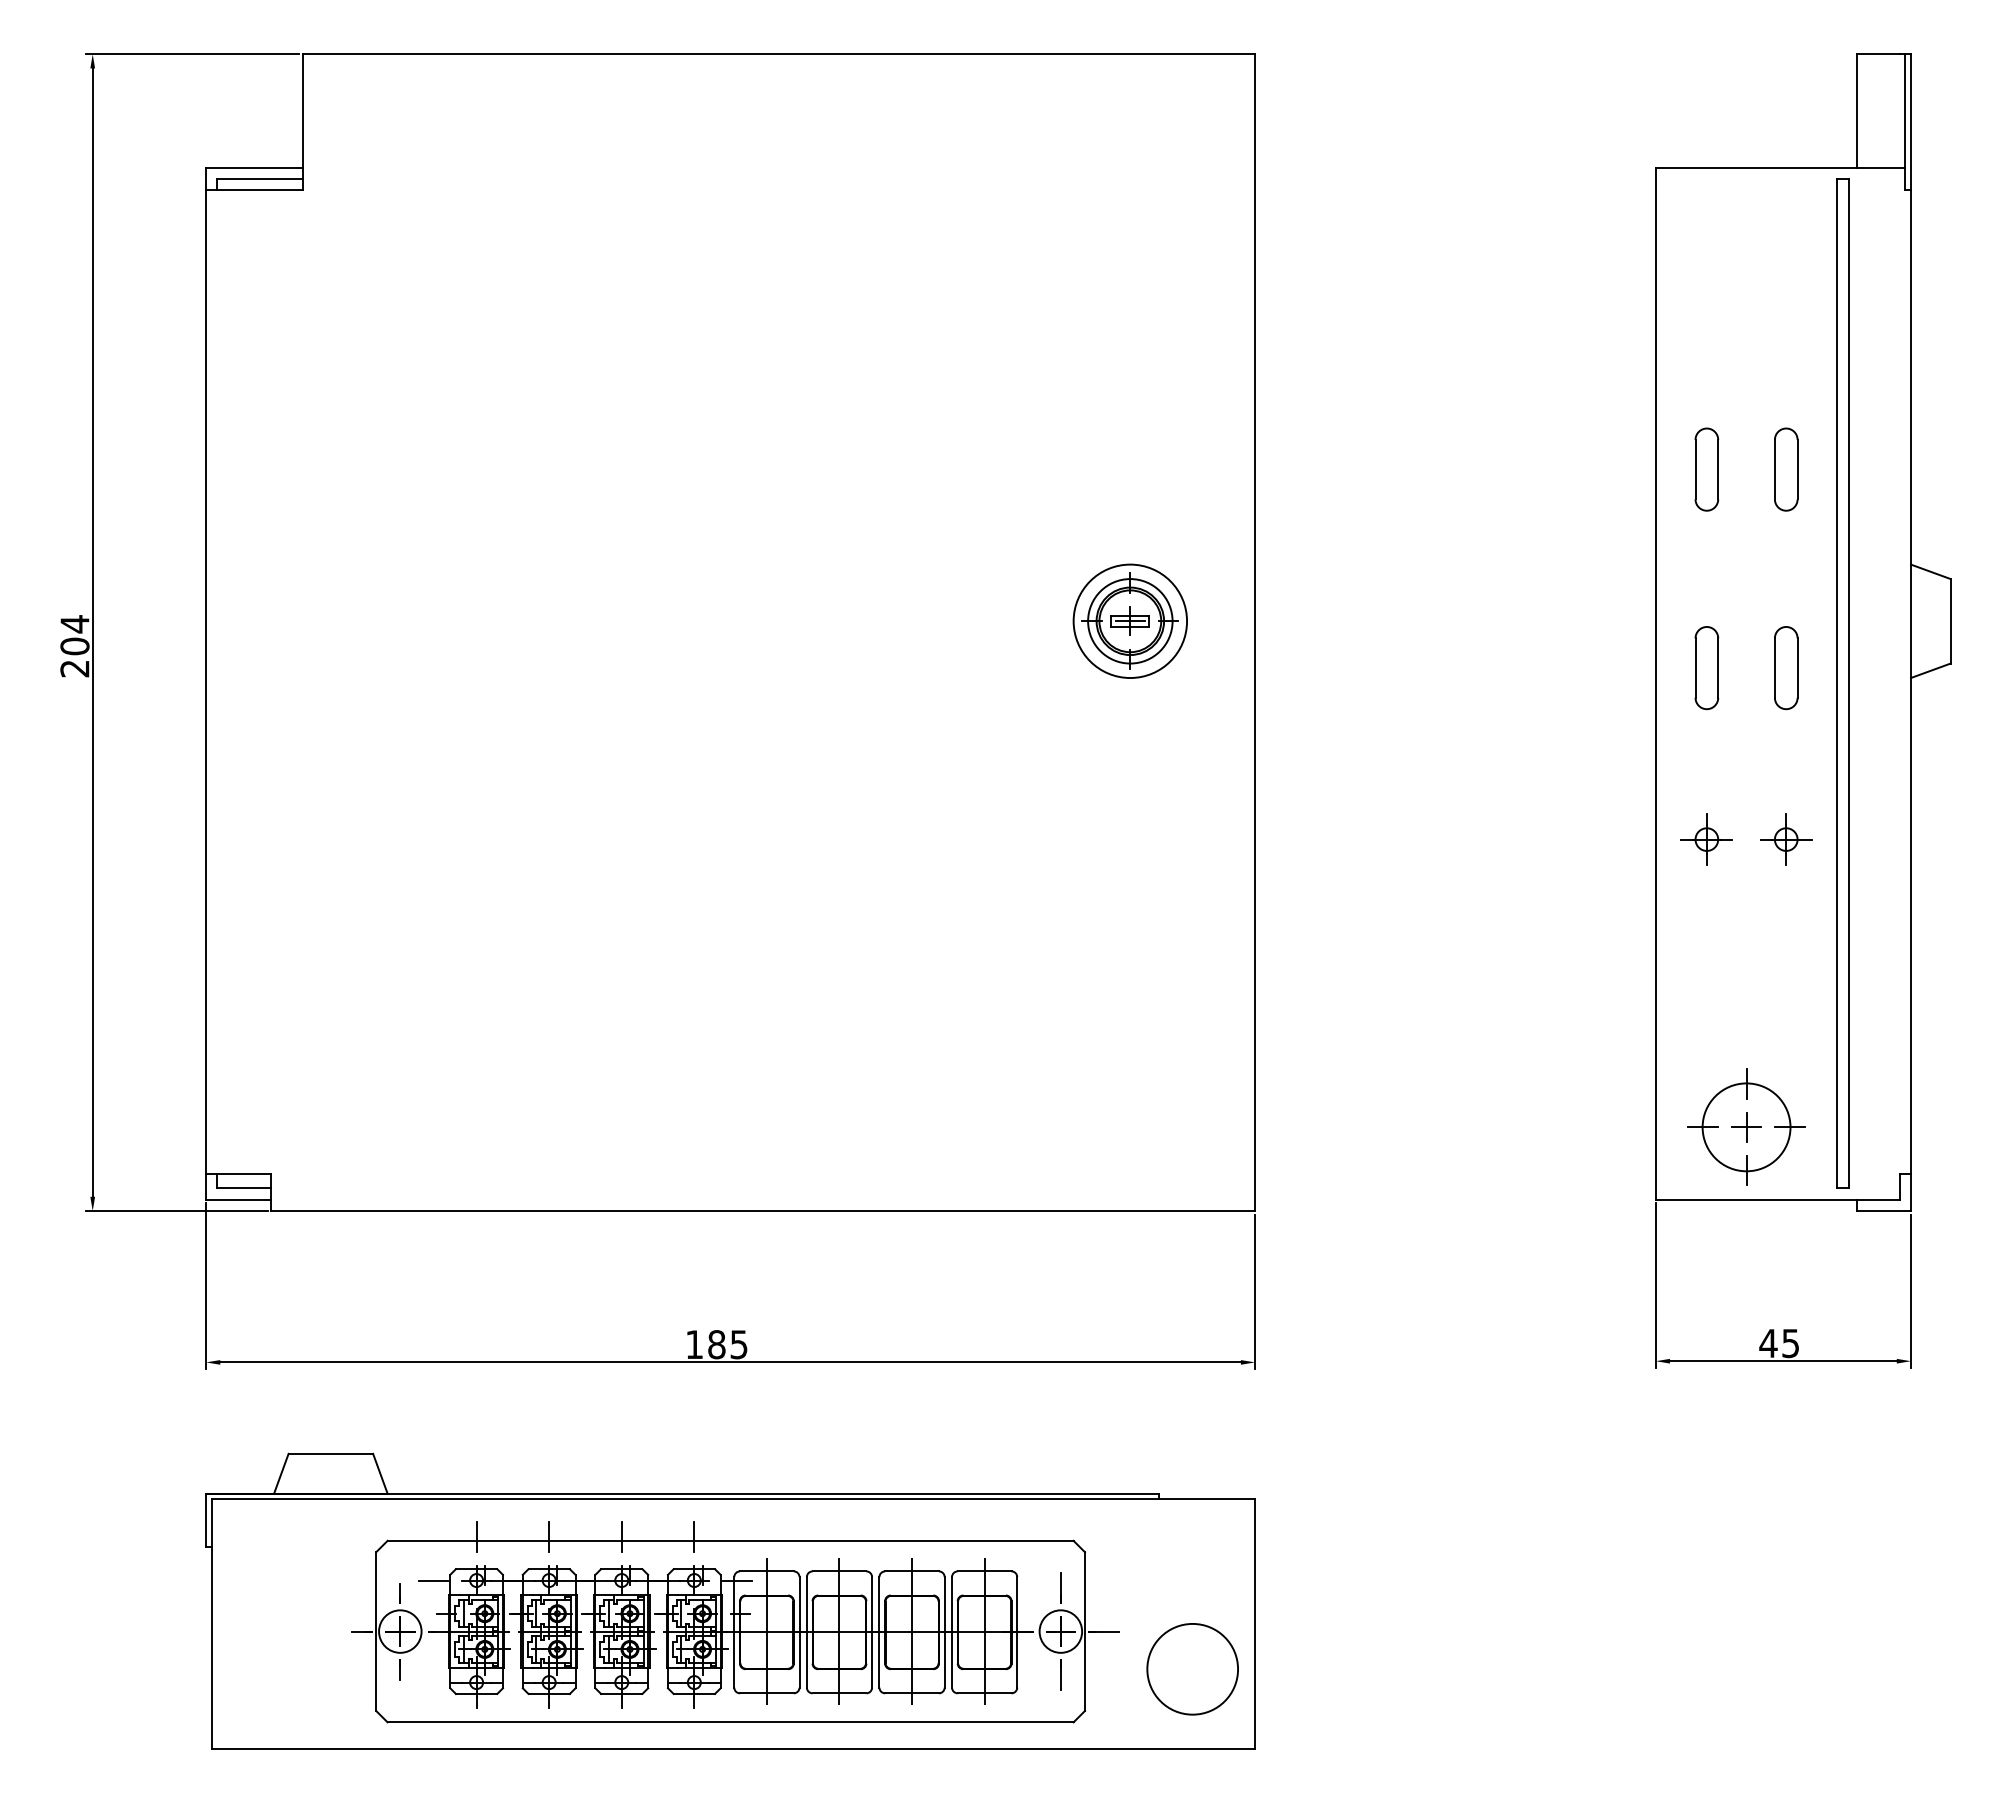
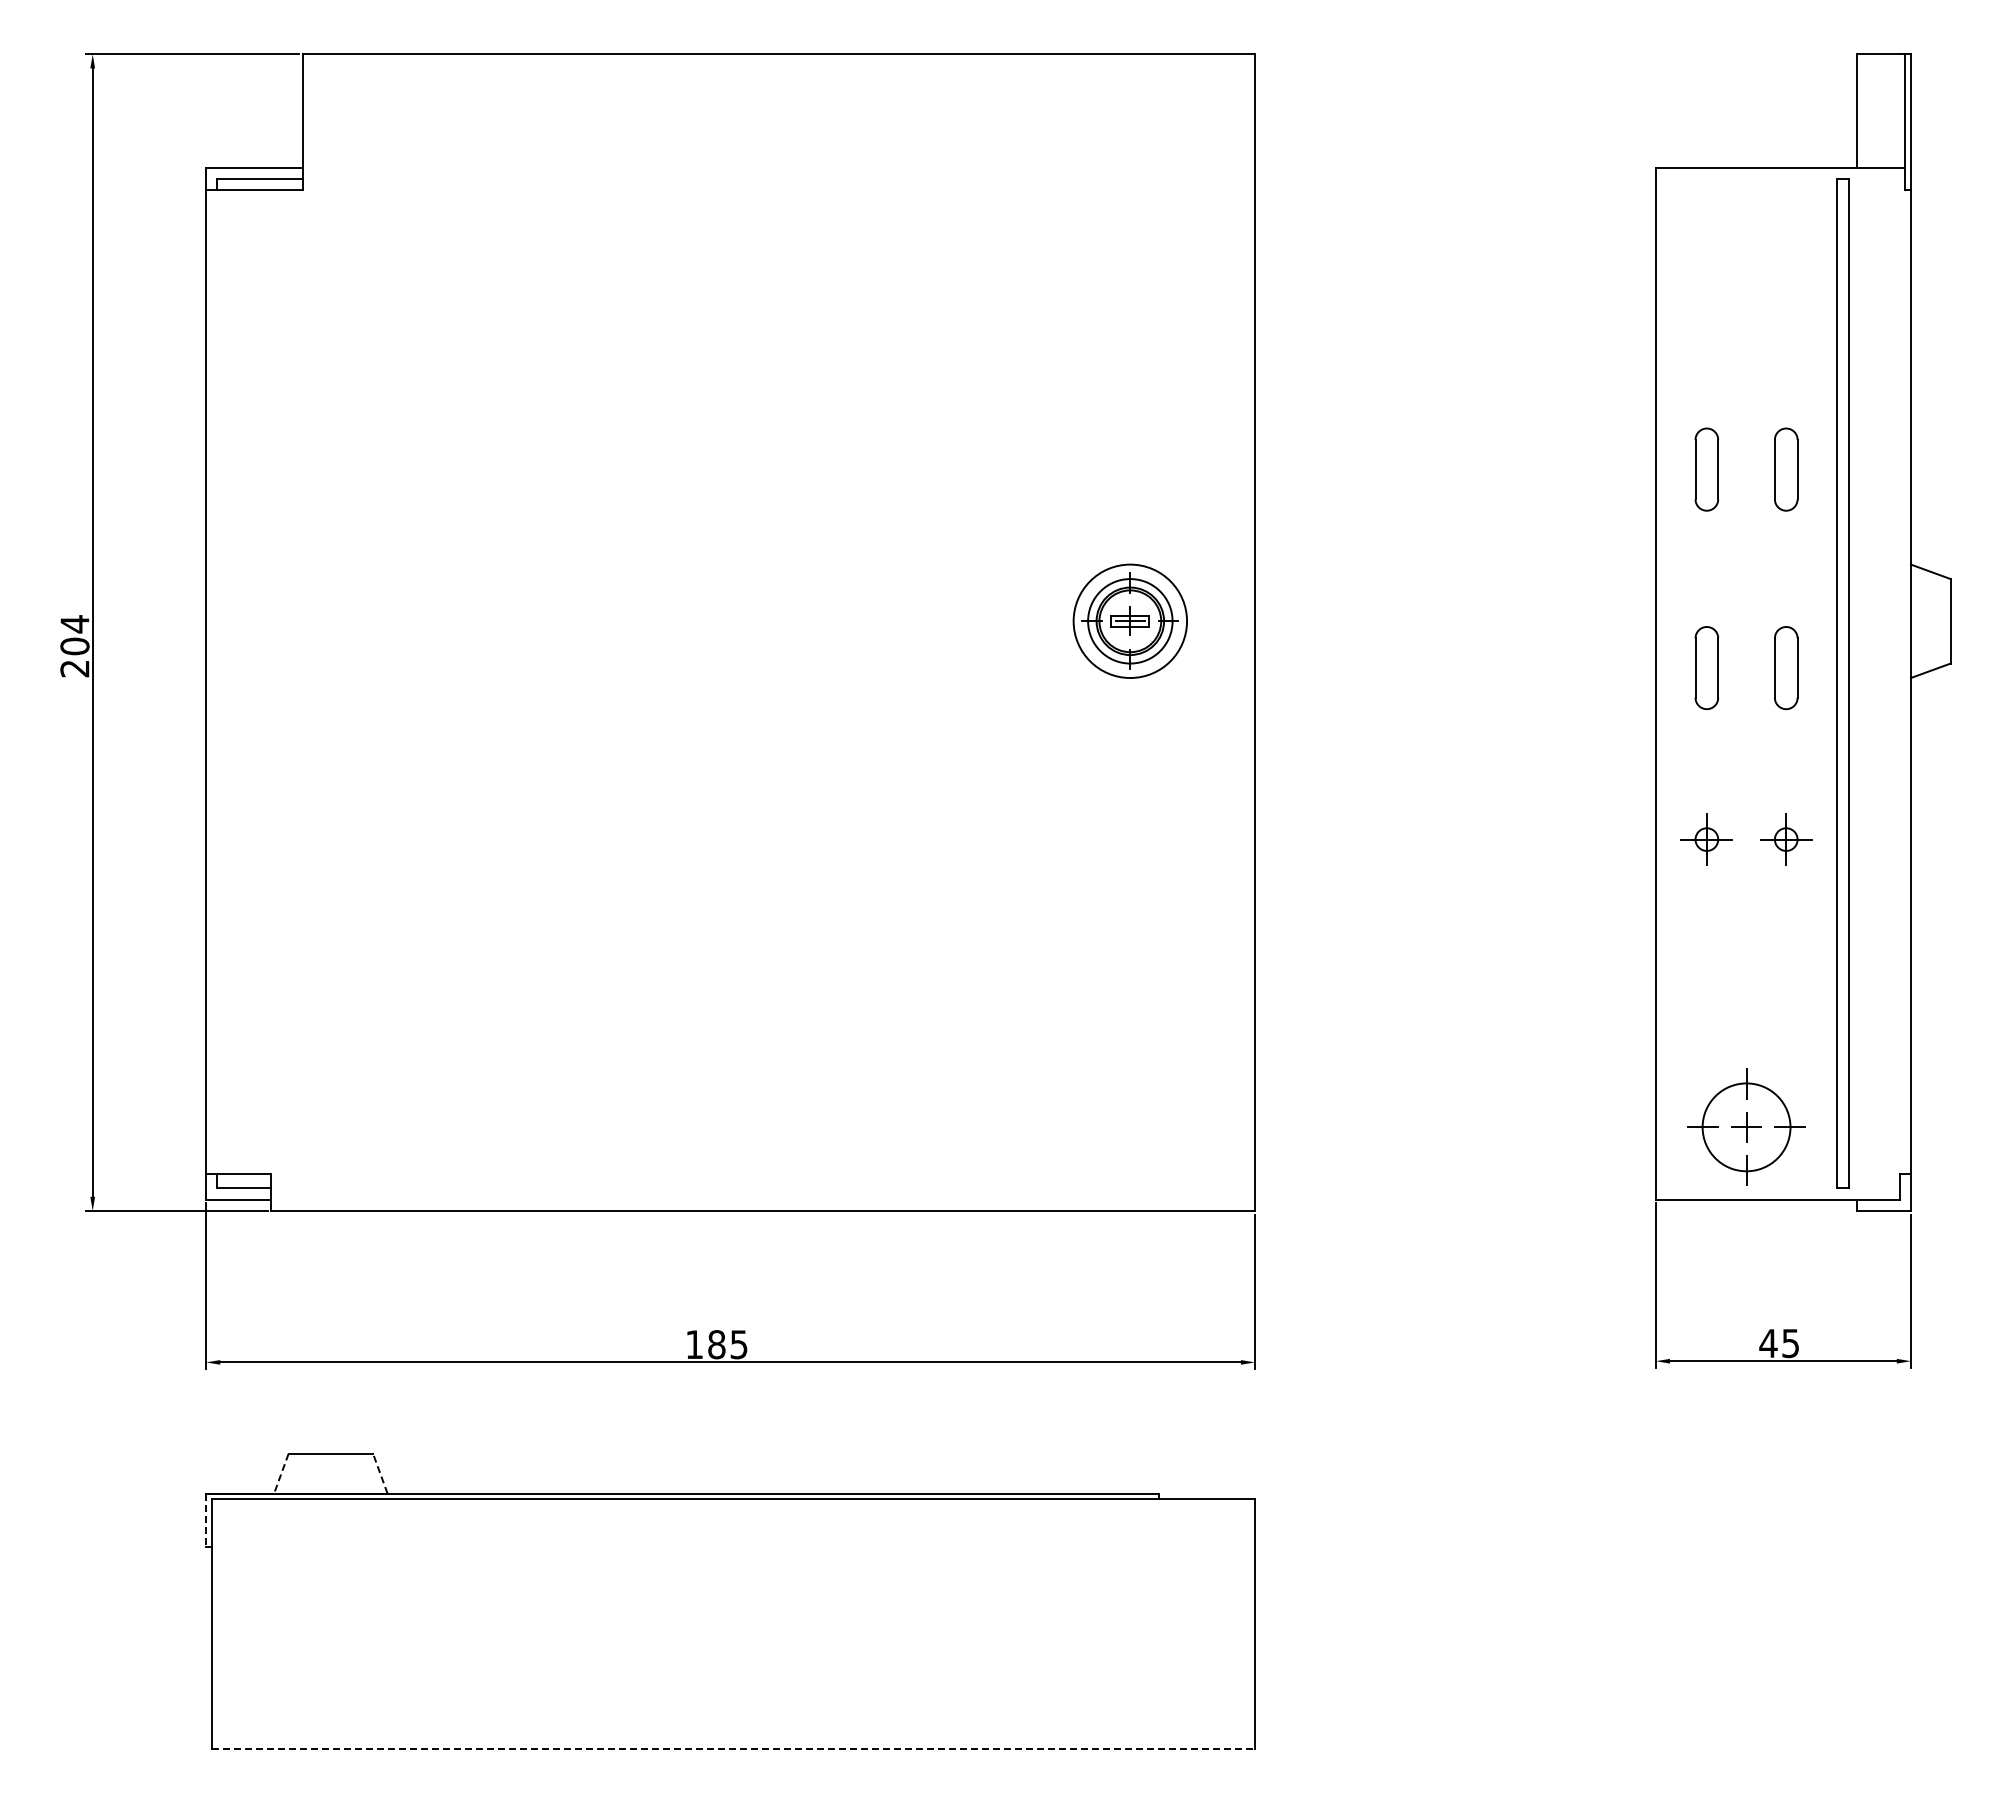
line at (380, 1473): solid -> dashed
line at (281, 1474): solid -> dashed
line at (206, 1520): solid -> dashed
part at (735, 1622): present -> none
circle at (1192, 1669): present -> none
line at (733, 1748): solid -> dashed
